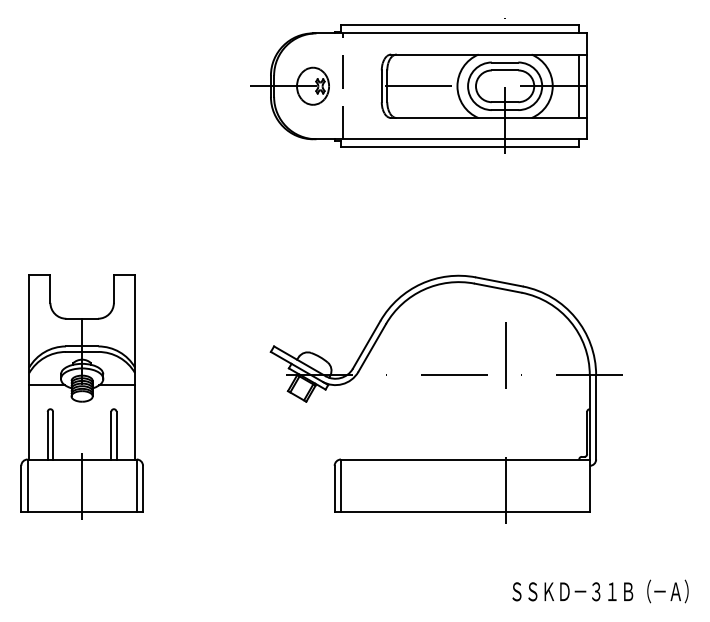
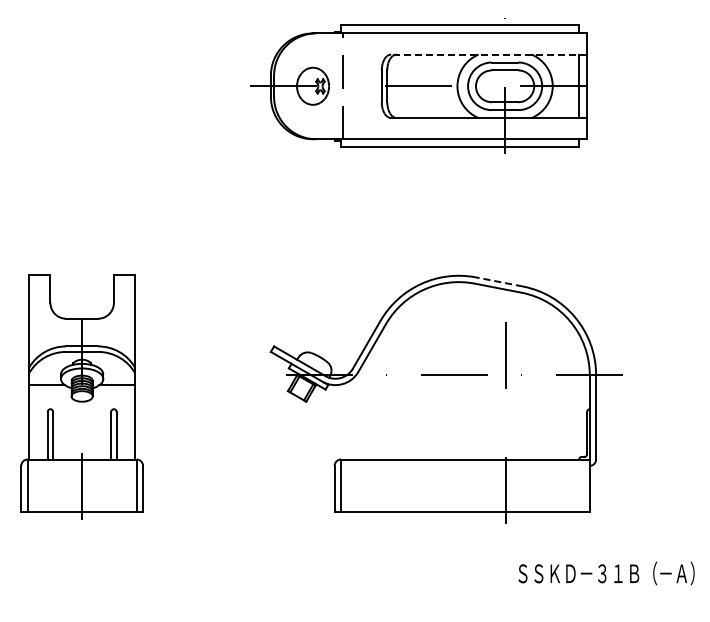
line at (488, 54): solid -> dashed
line at (499, 281): solid -> dashed
text at (600, 591) position: (600, 591) -> (606, 573)
